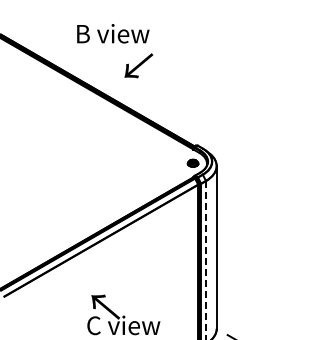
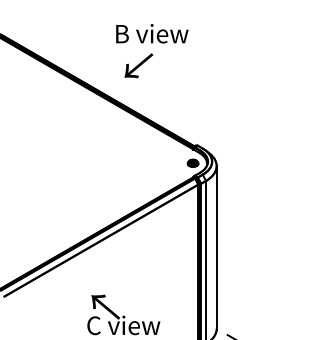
text at (113, 33) position: (113, 33) -> (152, 33)
line at (206, 260): dashed -> solid
